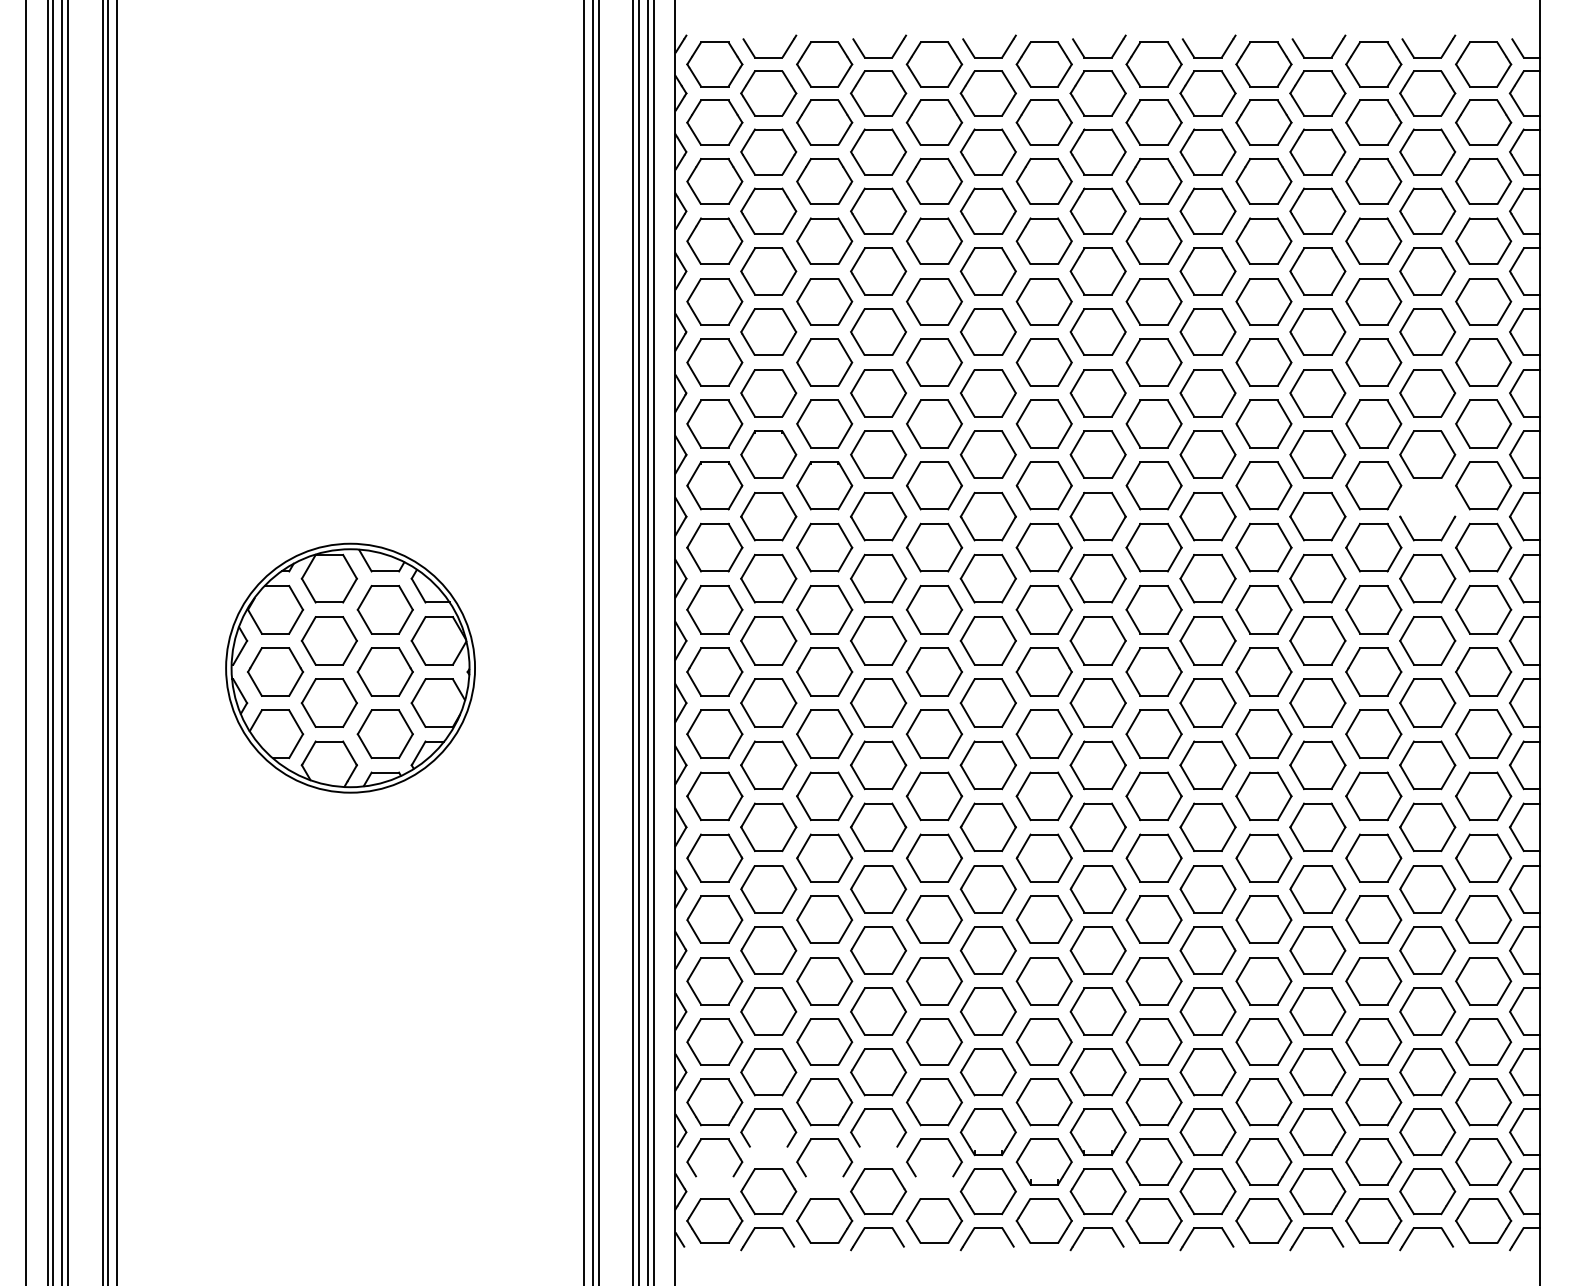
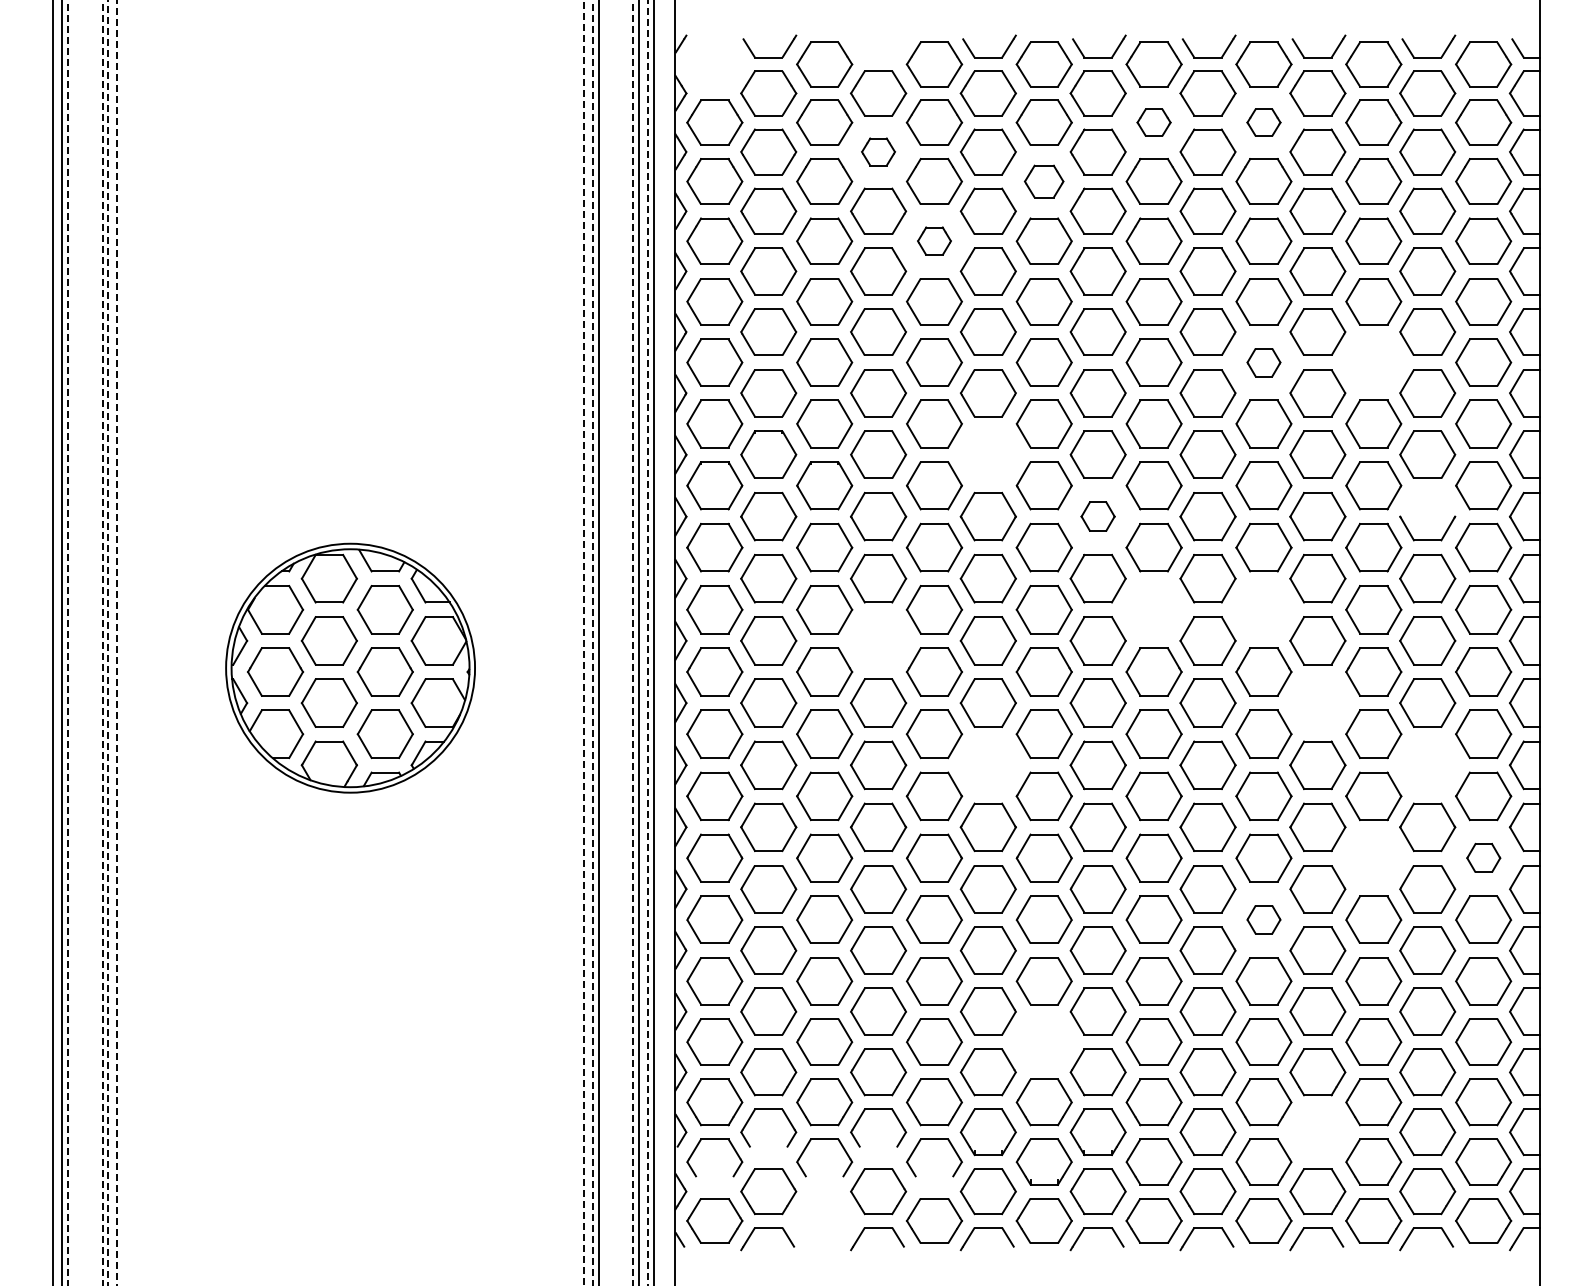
part at (879, 57): present -> none
part at (714, 64): present -> none
part at (1153, 122) size: 58x47 px -> 36x29 px
part at (1263, 122) size: 58x47 px -> 36x29 px
part at (878, 151) size: 57x48 px -> 35x30 px
part at (1043, 181) size: 58x47 px -> 42x35 px
part at (934, 240) size: 57x48 px -> 35x30 px
part at (1263, 362) size: 58x49 px -> 36x30 px
part at (1373, 362): present -> none
part at (987, 454): present -> none
part at (1097, 516) size: 58x51 px -> 36x31 px
part at (1153, 609): present -> none
part at (1263, 609): present -> none
part at (878, 640): present -> none
line at (25, 642): present -> none
line at (47, 642): present -> none
line at (583, 642): solid -> dashed
line at (593, 642): solid -> dashed
line at (67, 643): solid -> dashed
line at (102, 643): solid -> dashed
line at (108, 643): solid -> dashed
line at (117, 643): solid -> dashed
line at (633, 643): solid -> dashed
line at (648, 643): solid -> dashed
part at (1317, 702): present -> none
part at (987, 765): present -> none
part at (1427, 765): present -> none
part at (1373, 857): present -> none
part at (1483, 857) size: 58x50 px -> 36x31 px
part at (1263, 919) size: 58x49 px -> 36x30 px
part at (1043, 1041): present -> none
part at (1317, 1132): present -> none
part at (824, 1220): present -> none
